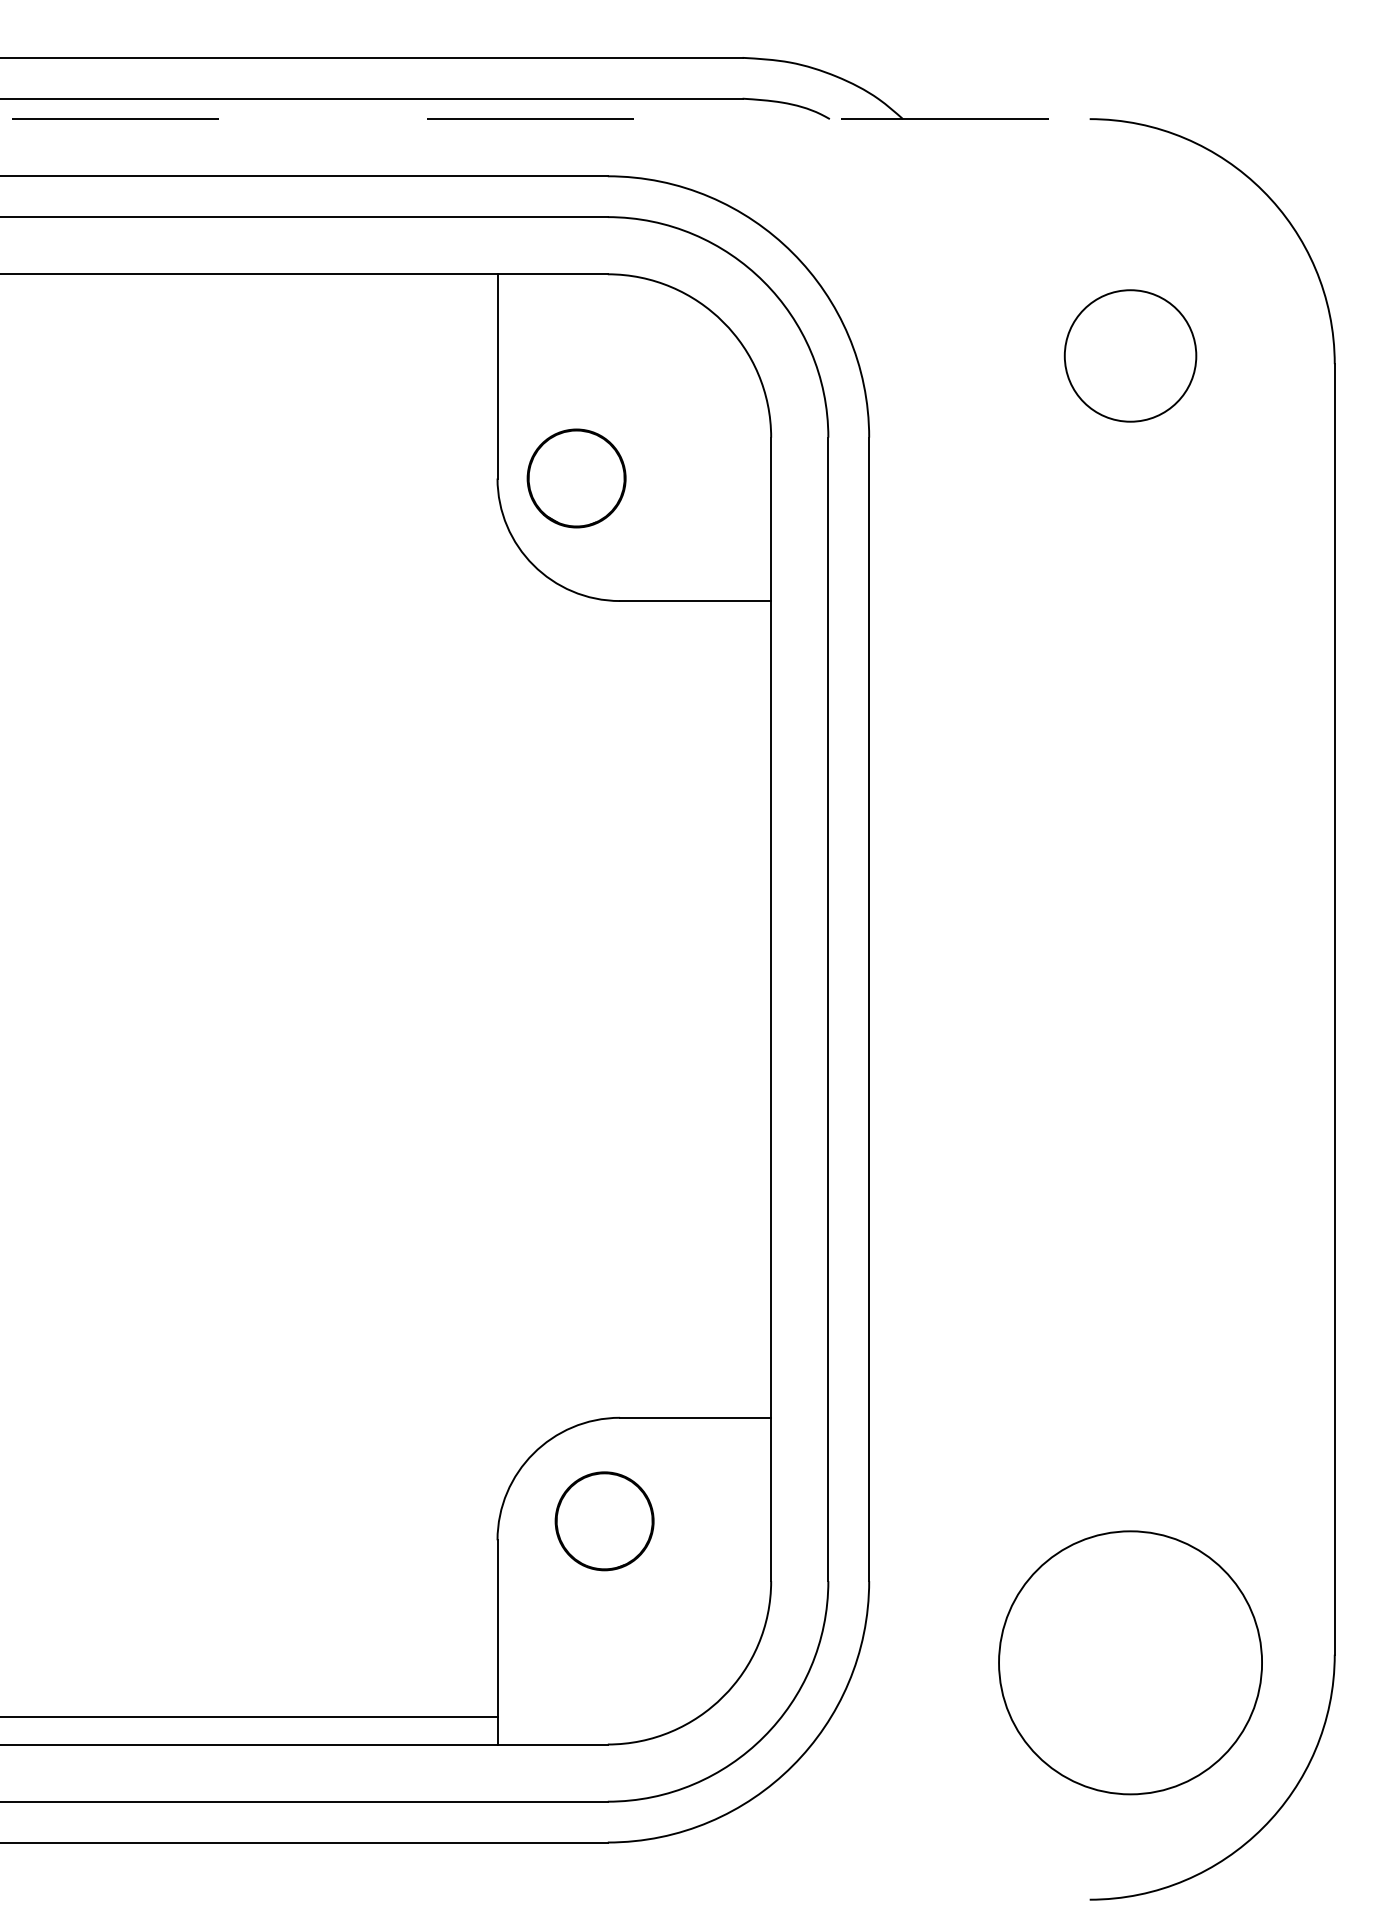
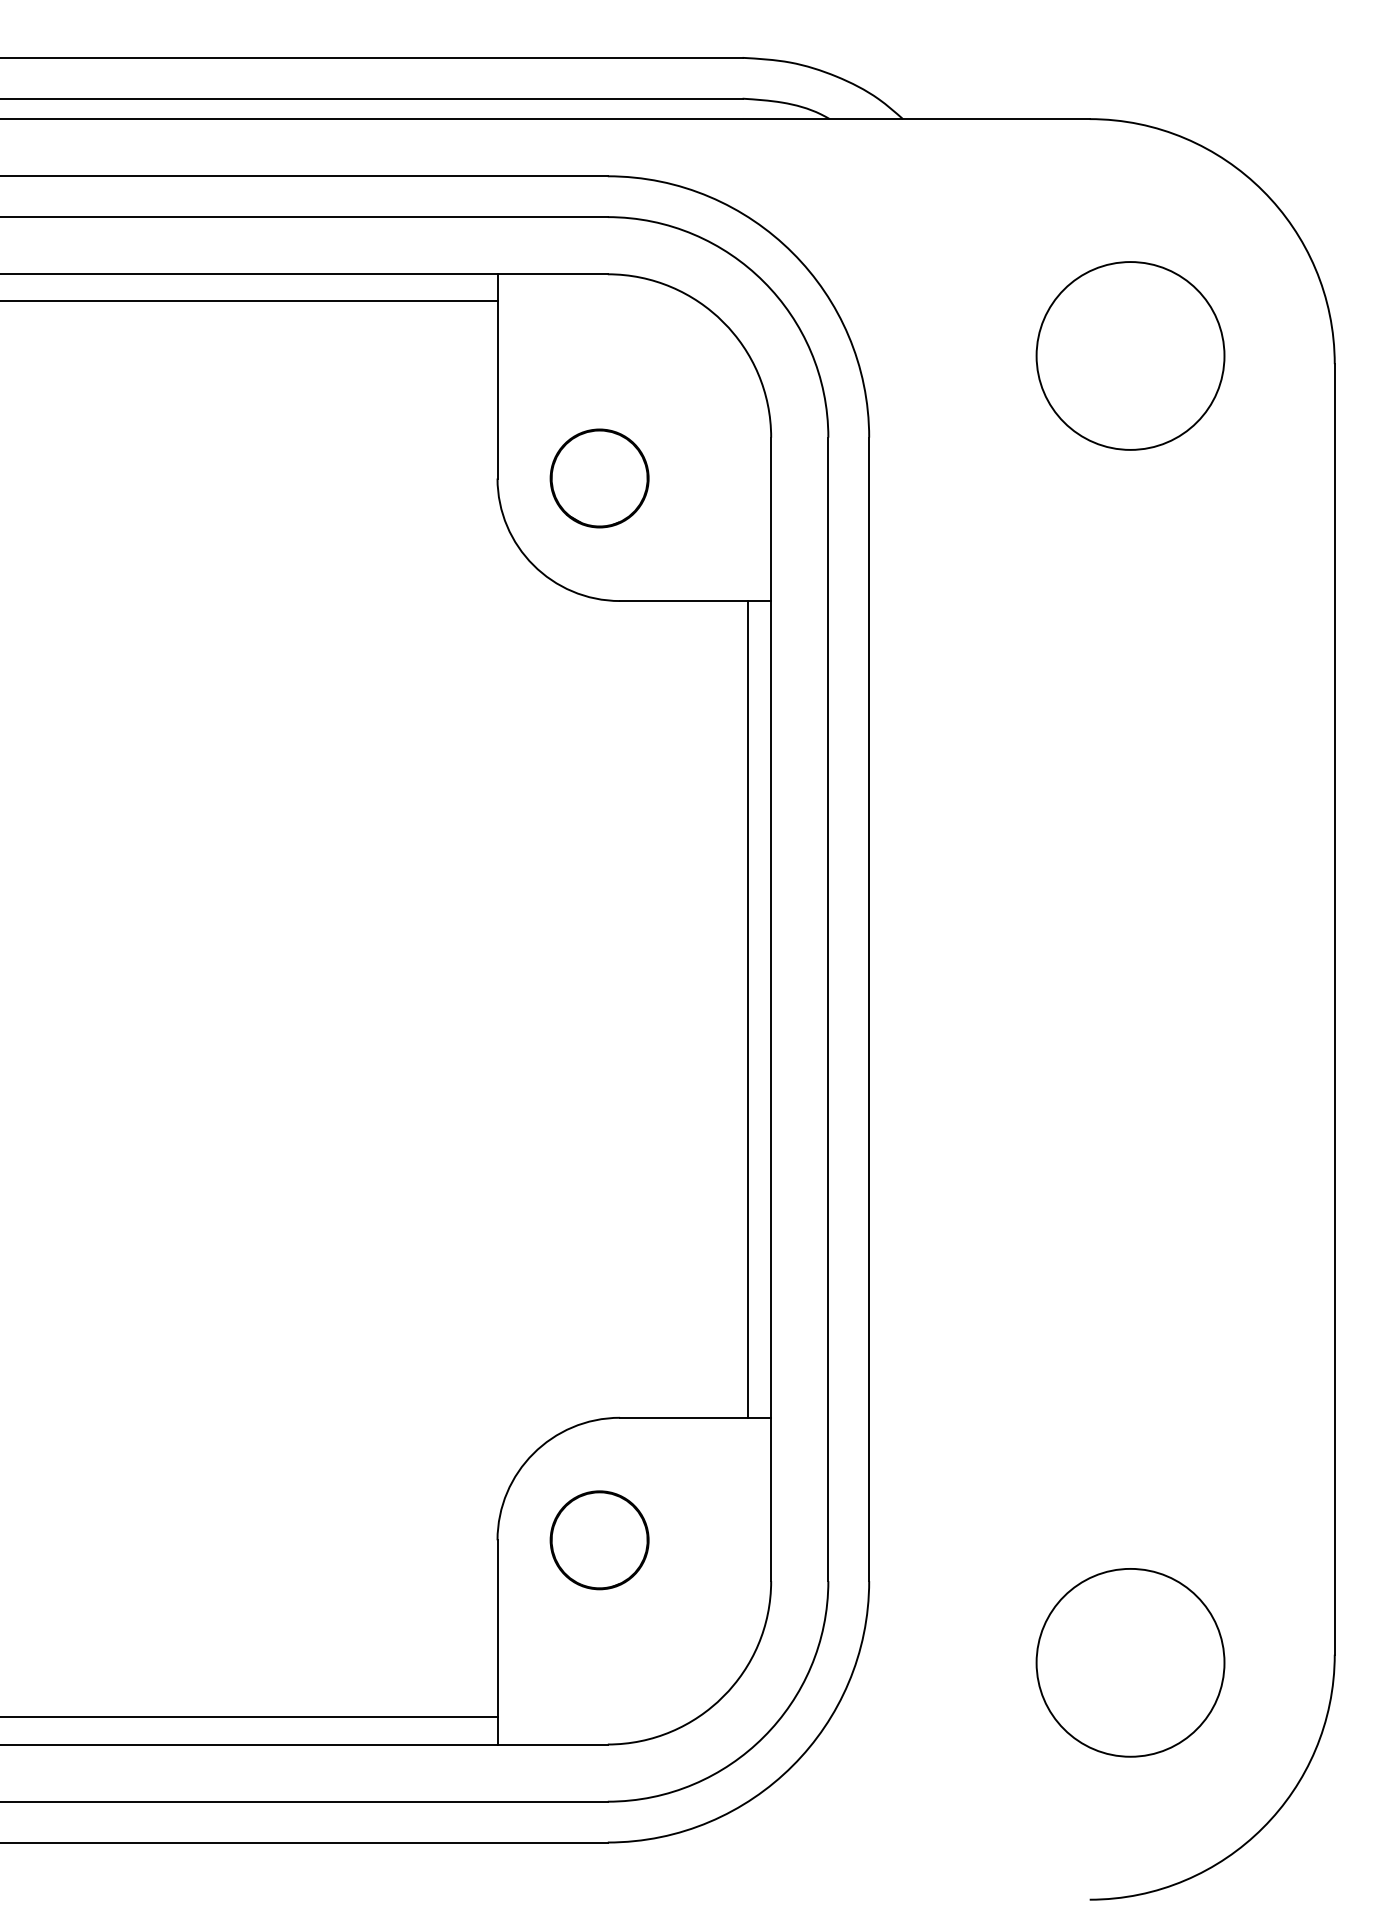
line at (545, 119): dashed -> solid
line at (249, 301): none -> present
circle at (1130, 355) diameter: 132 px -> 188 px
circle at (576, 478) position: (576, 478) -> (599, 478)
line at (747, 1009): none -> present
circle at (604, 1521) position: (604, 1521) -> (599, 1540)
circle at (1130, 1662) diameter: 263 px -> 188 px
